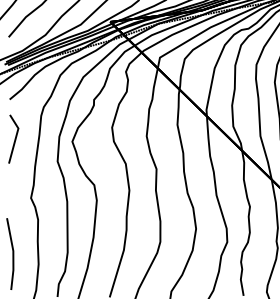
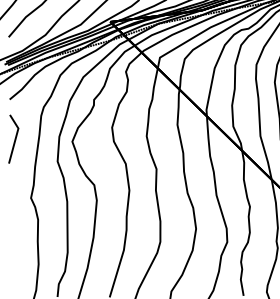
line at (12, 253): present -> none
